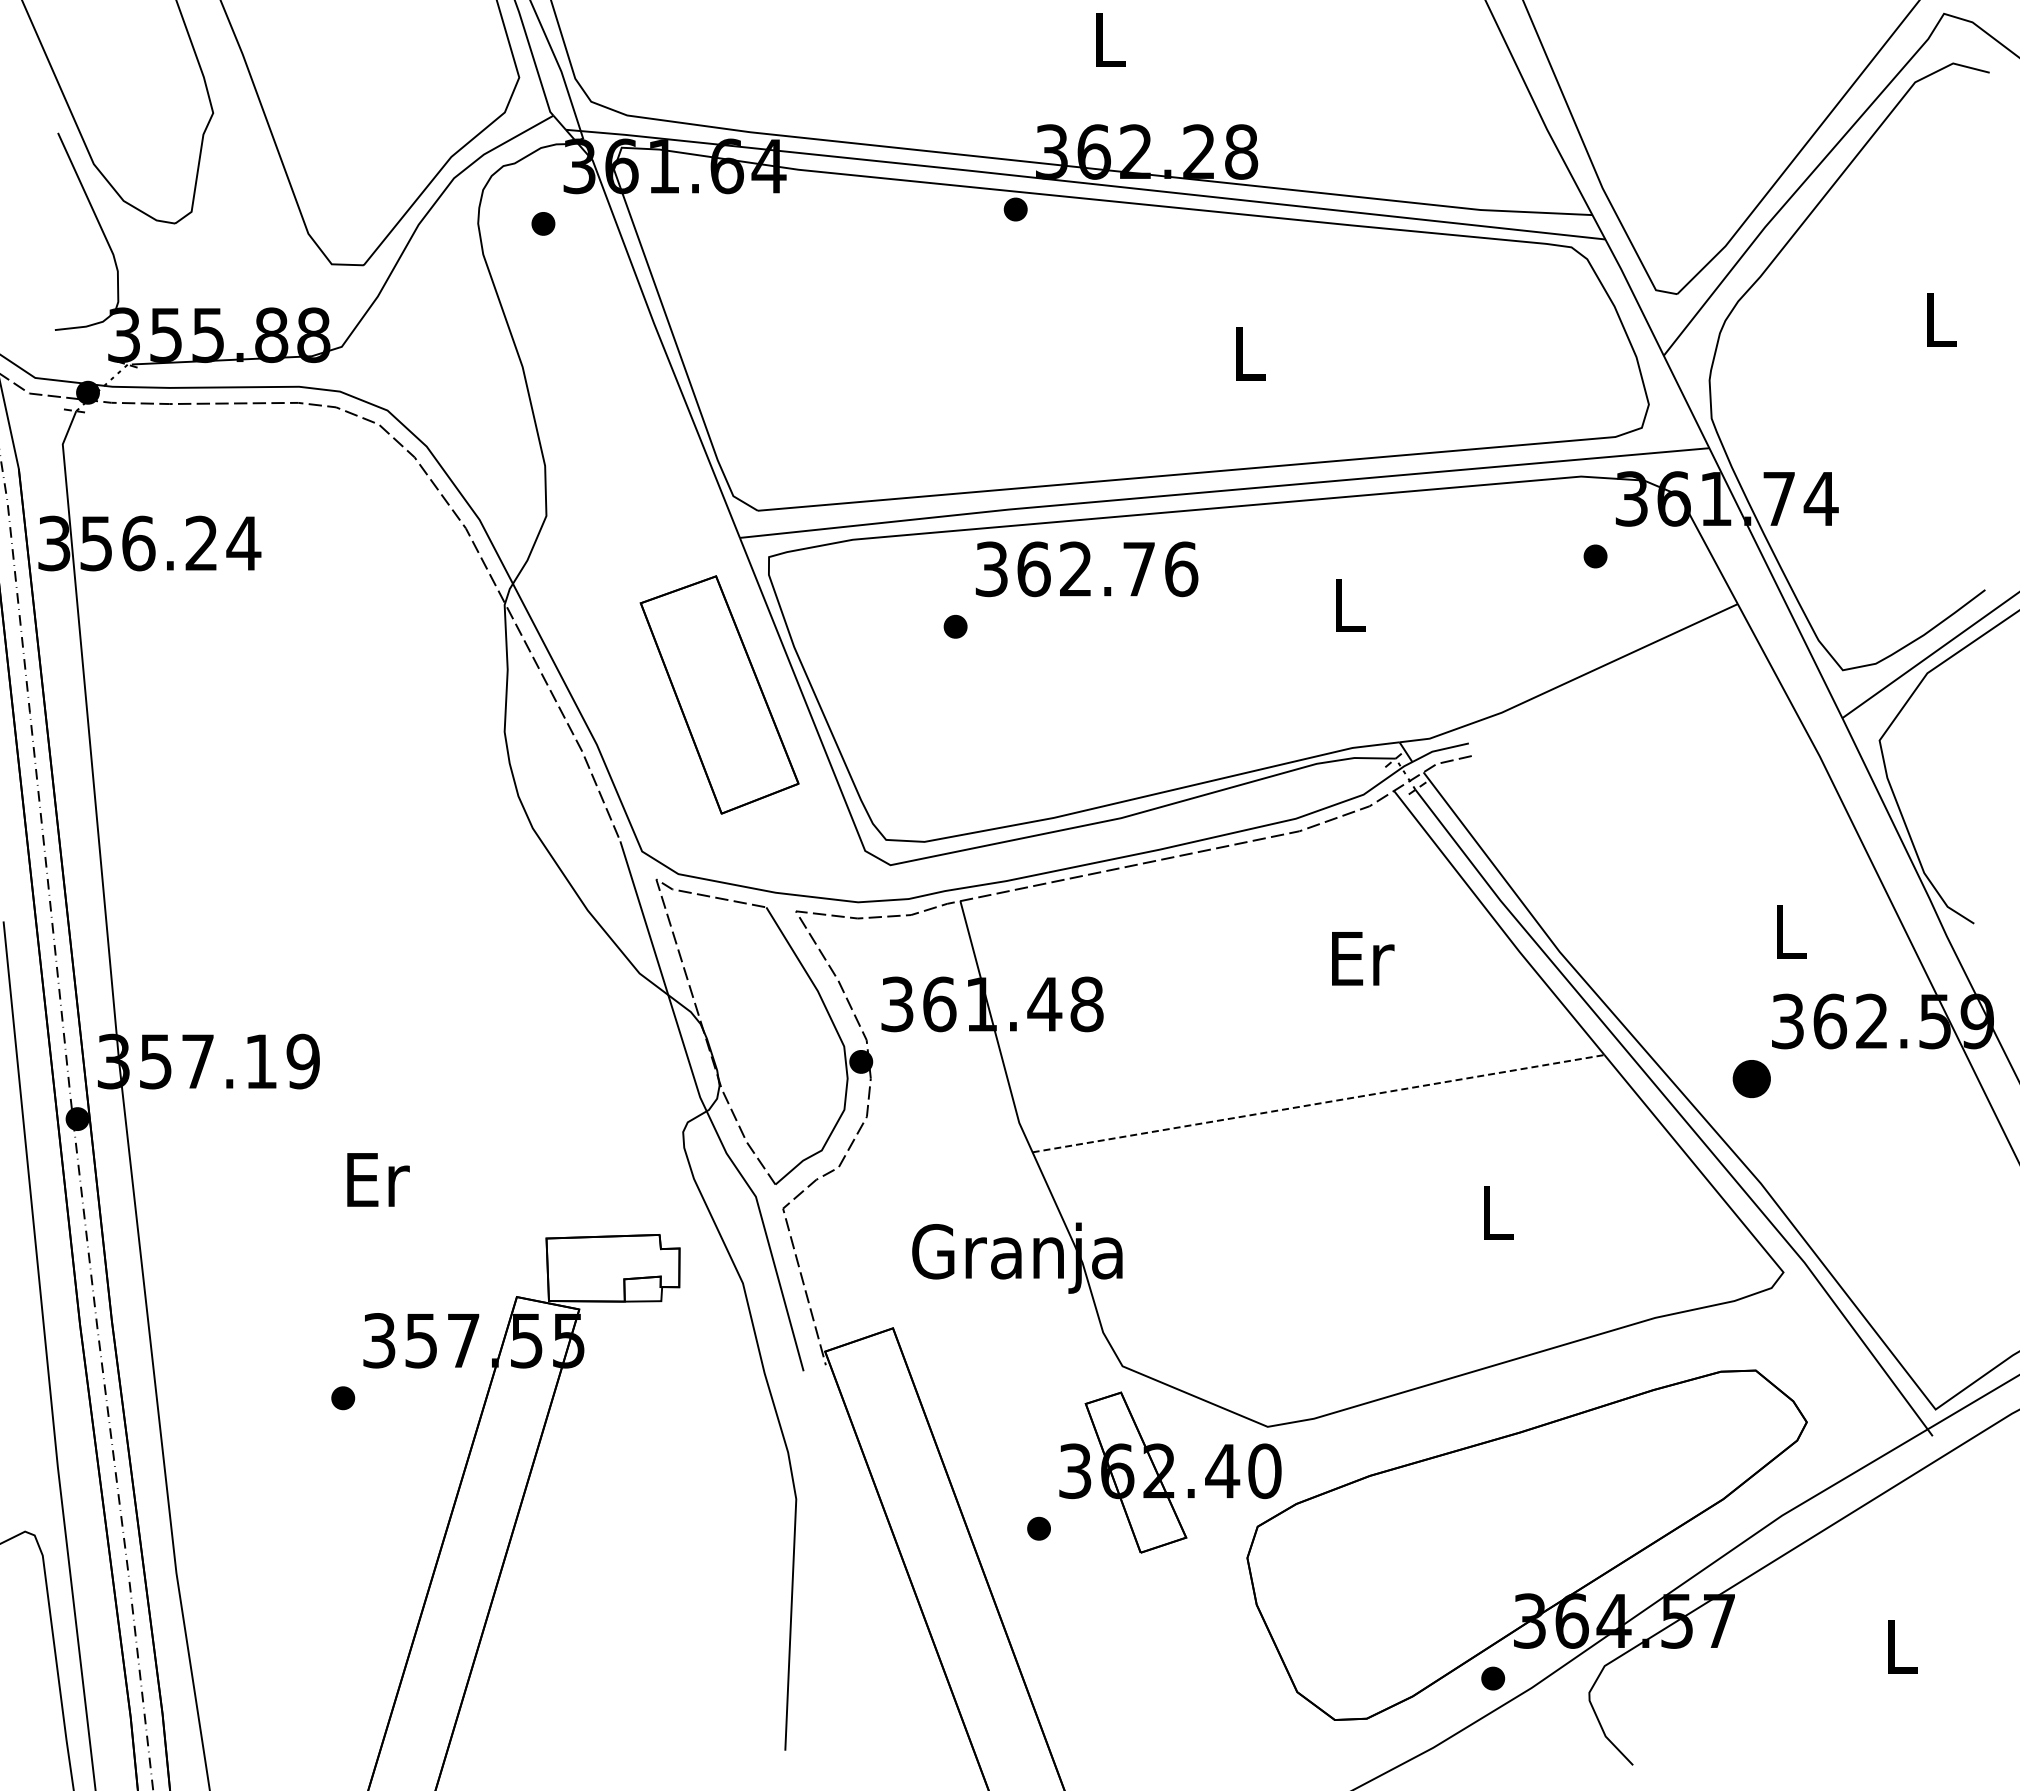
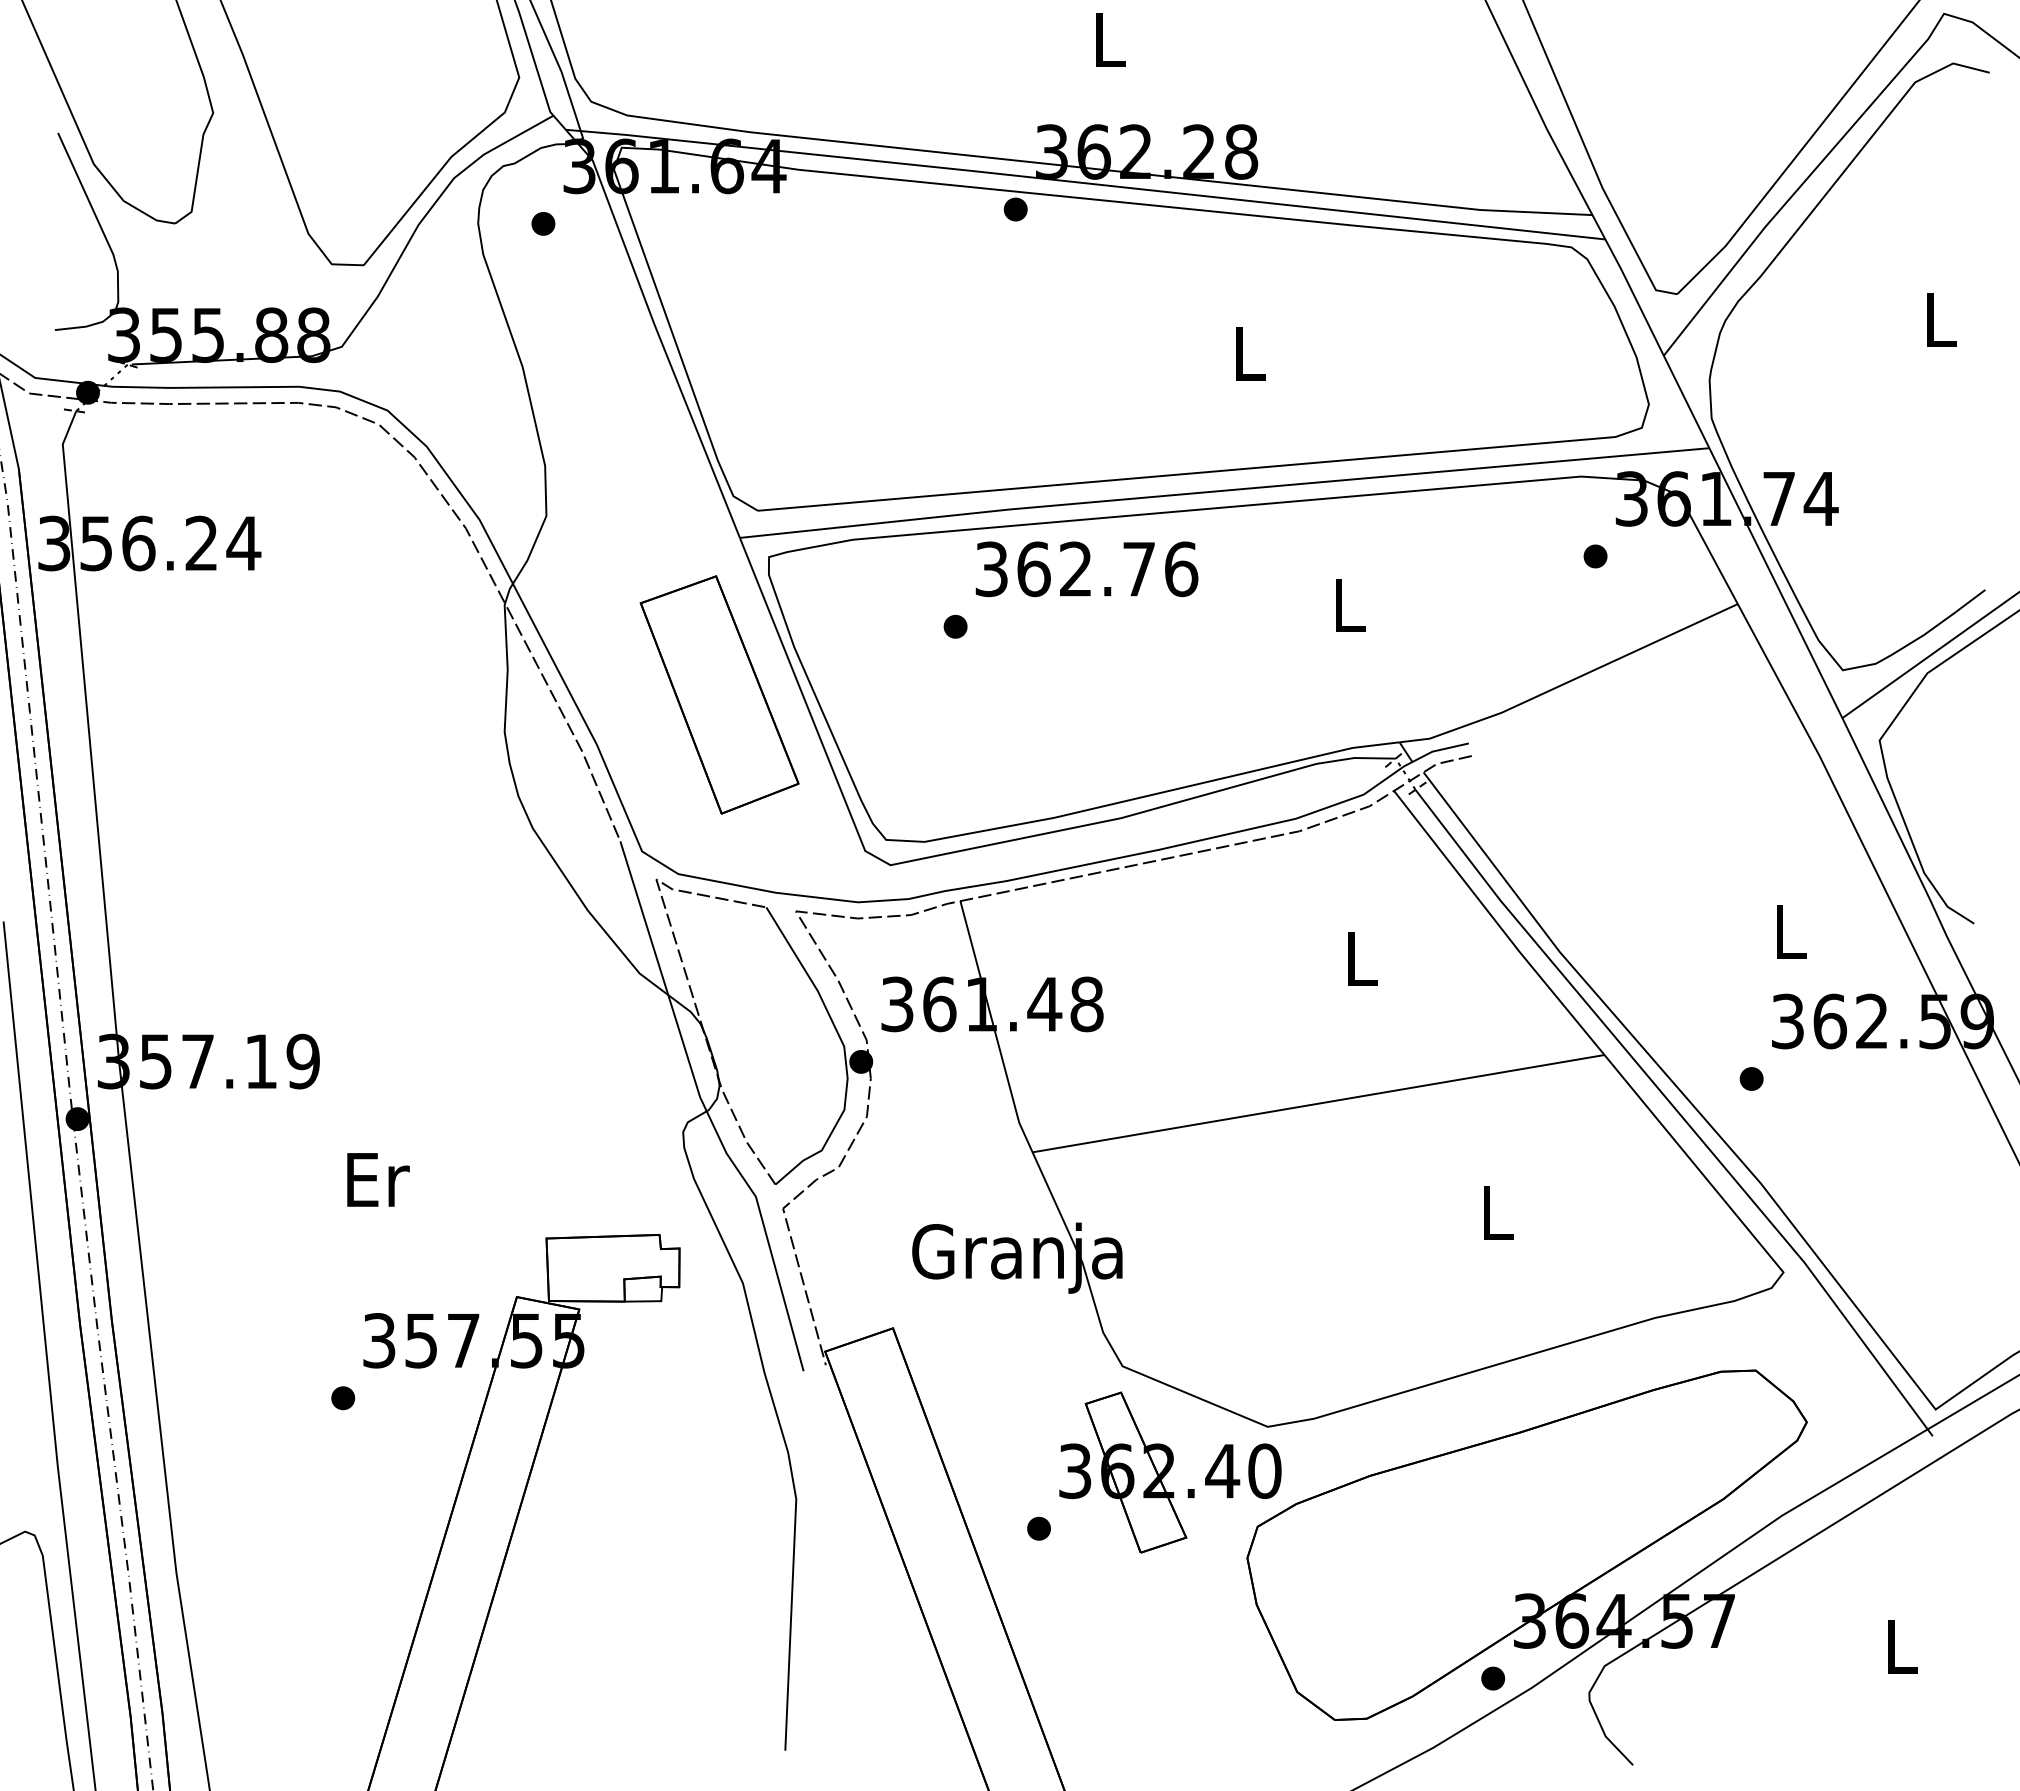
text at (1363, 958): Er -> L
part at (1751, 1079) size: 39x39 px -> 25x24 px
line at (1319, 1103): dashed -> solid
